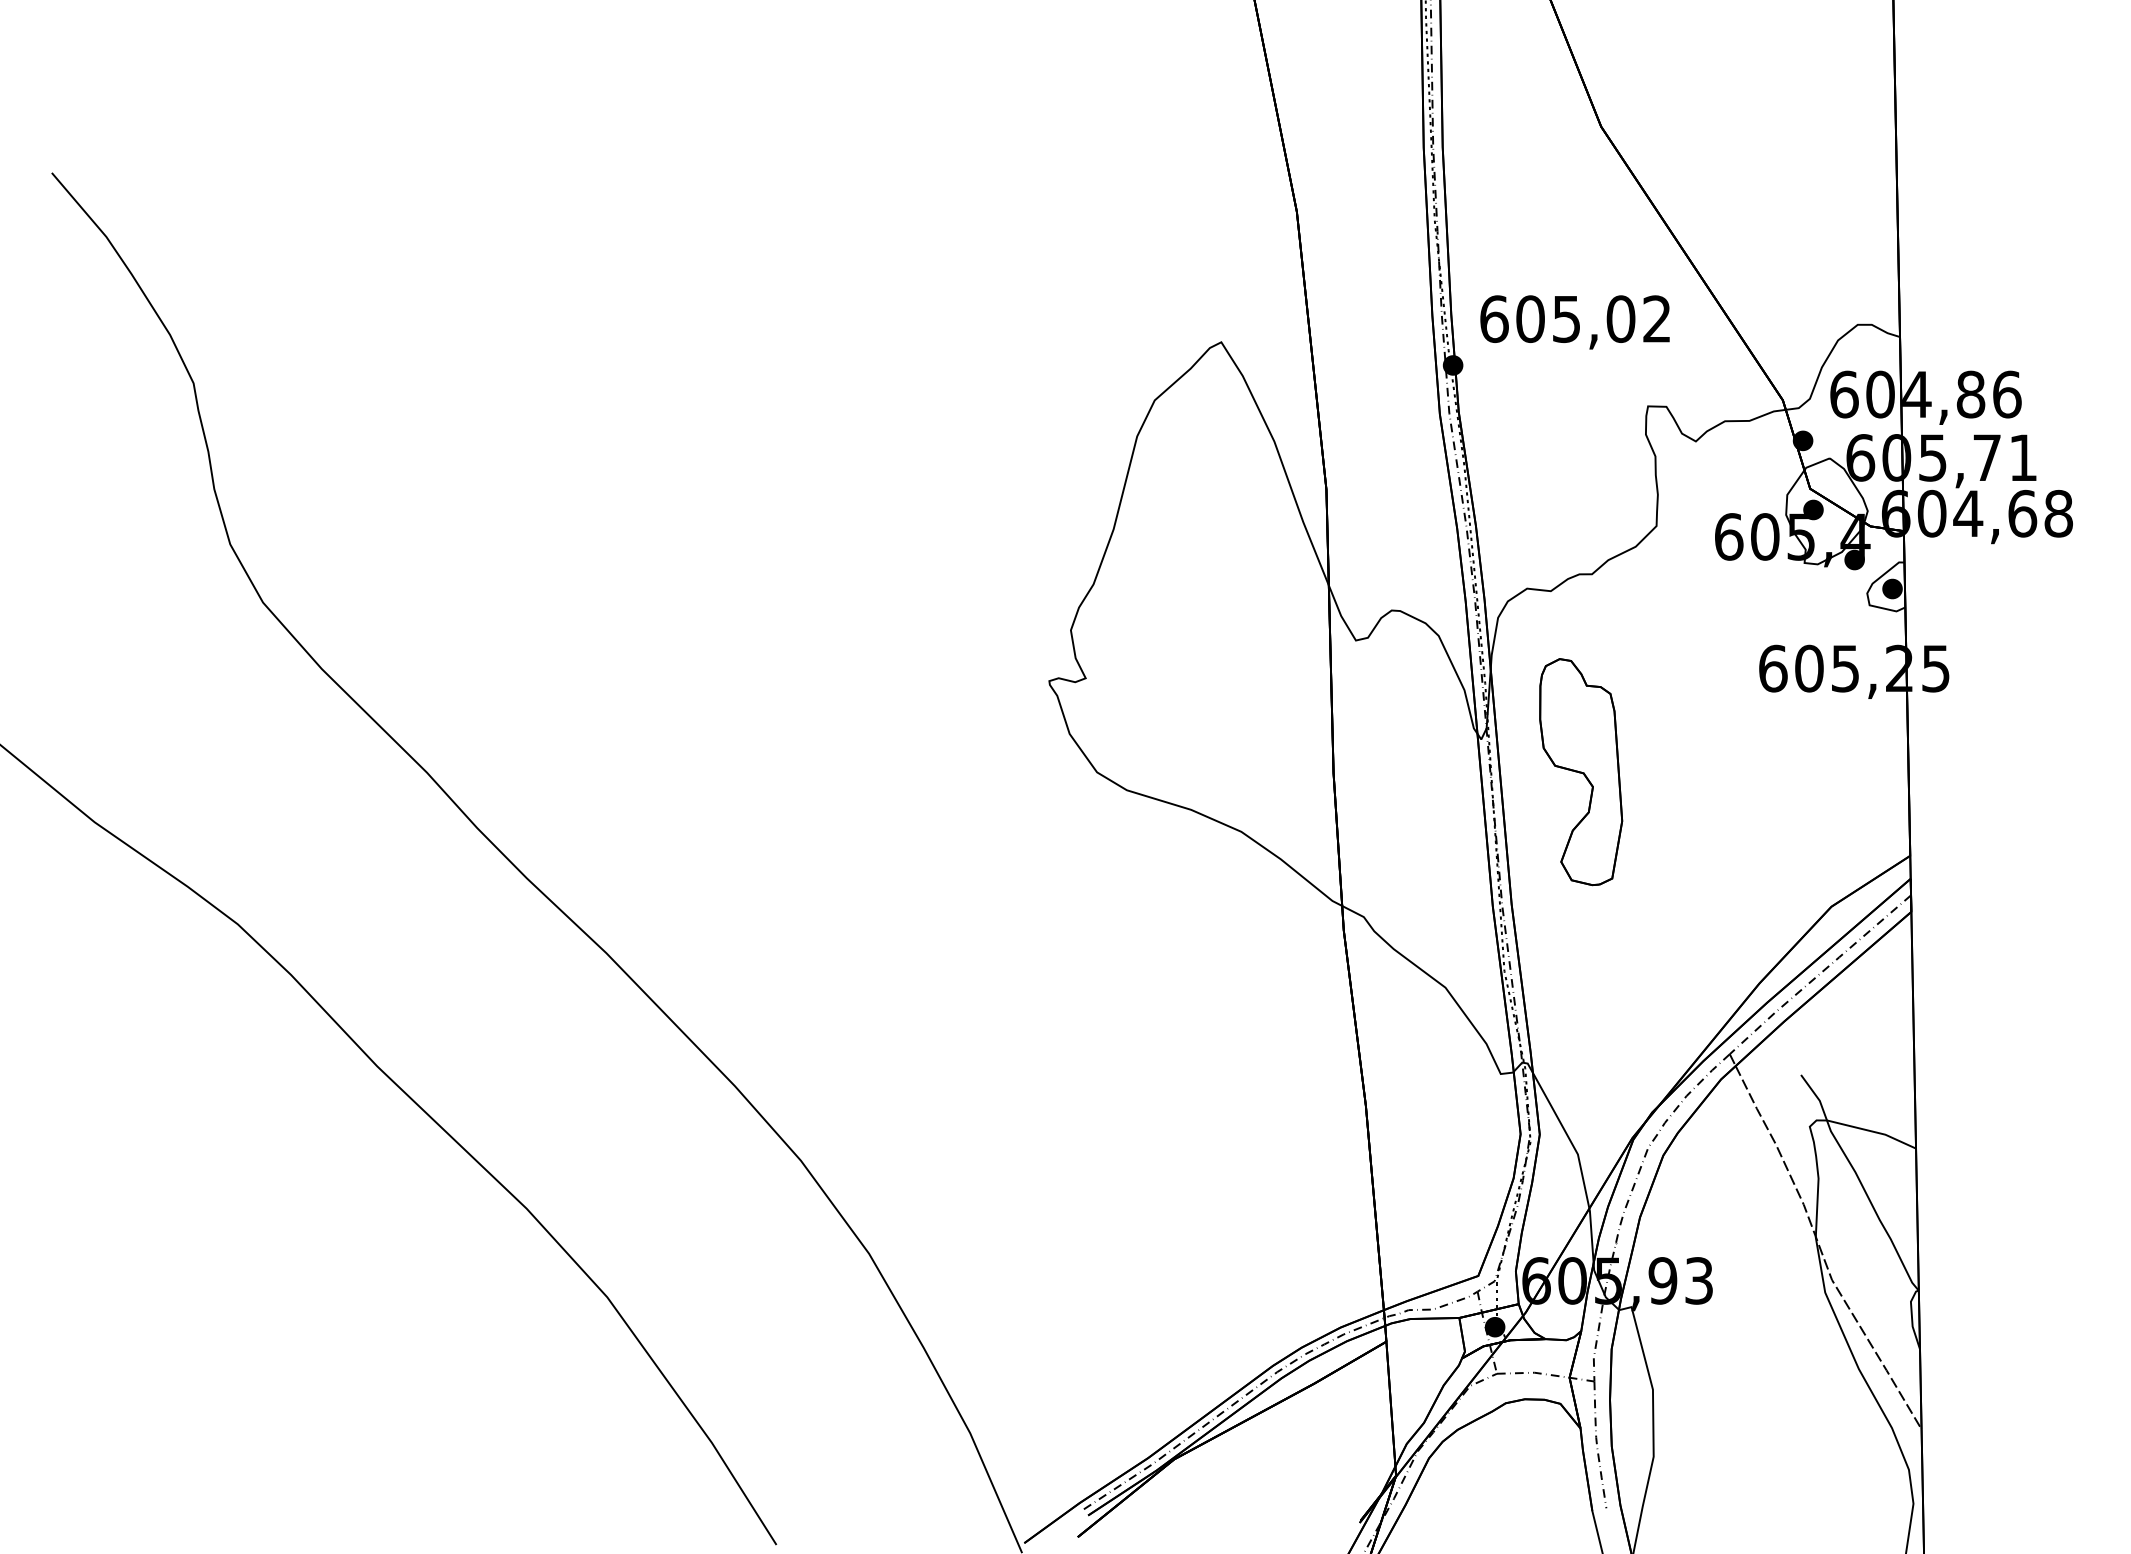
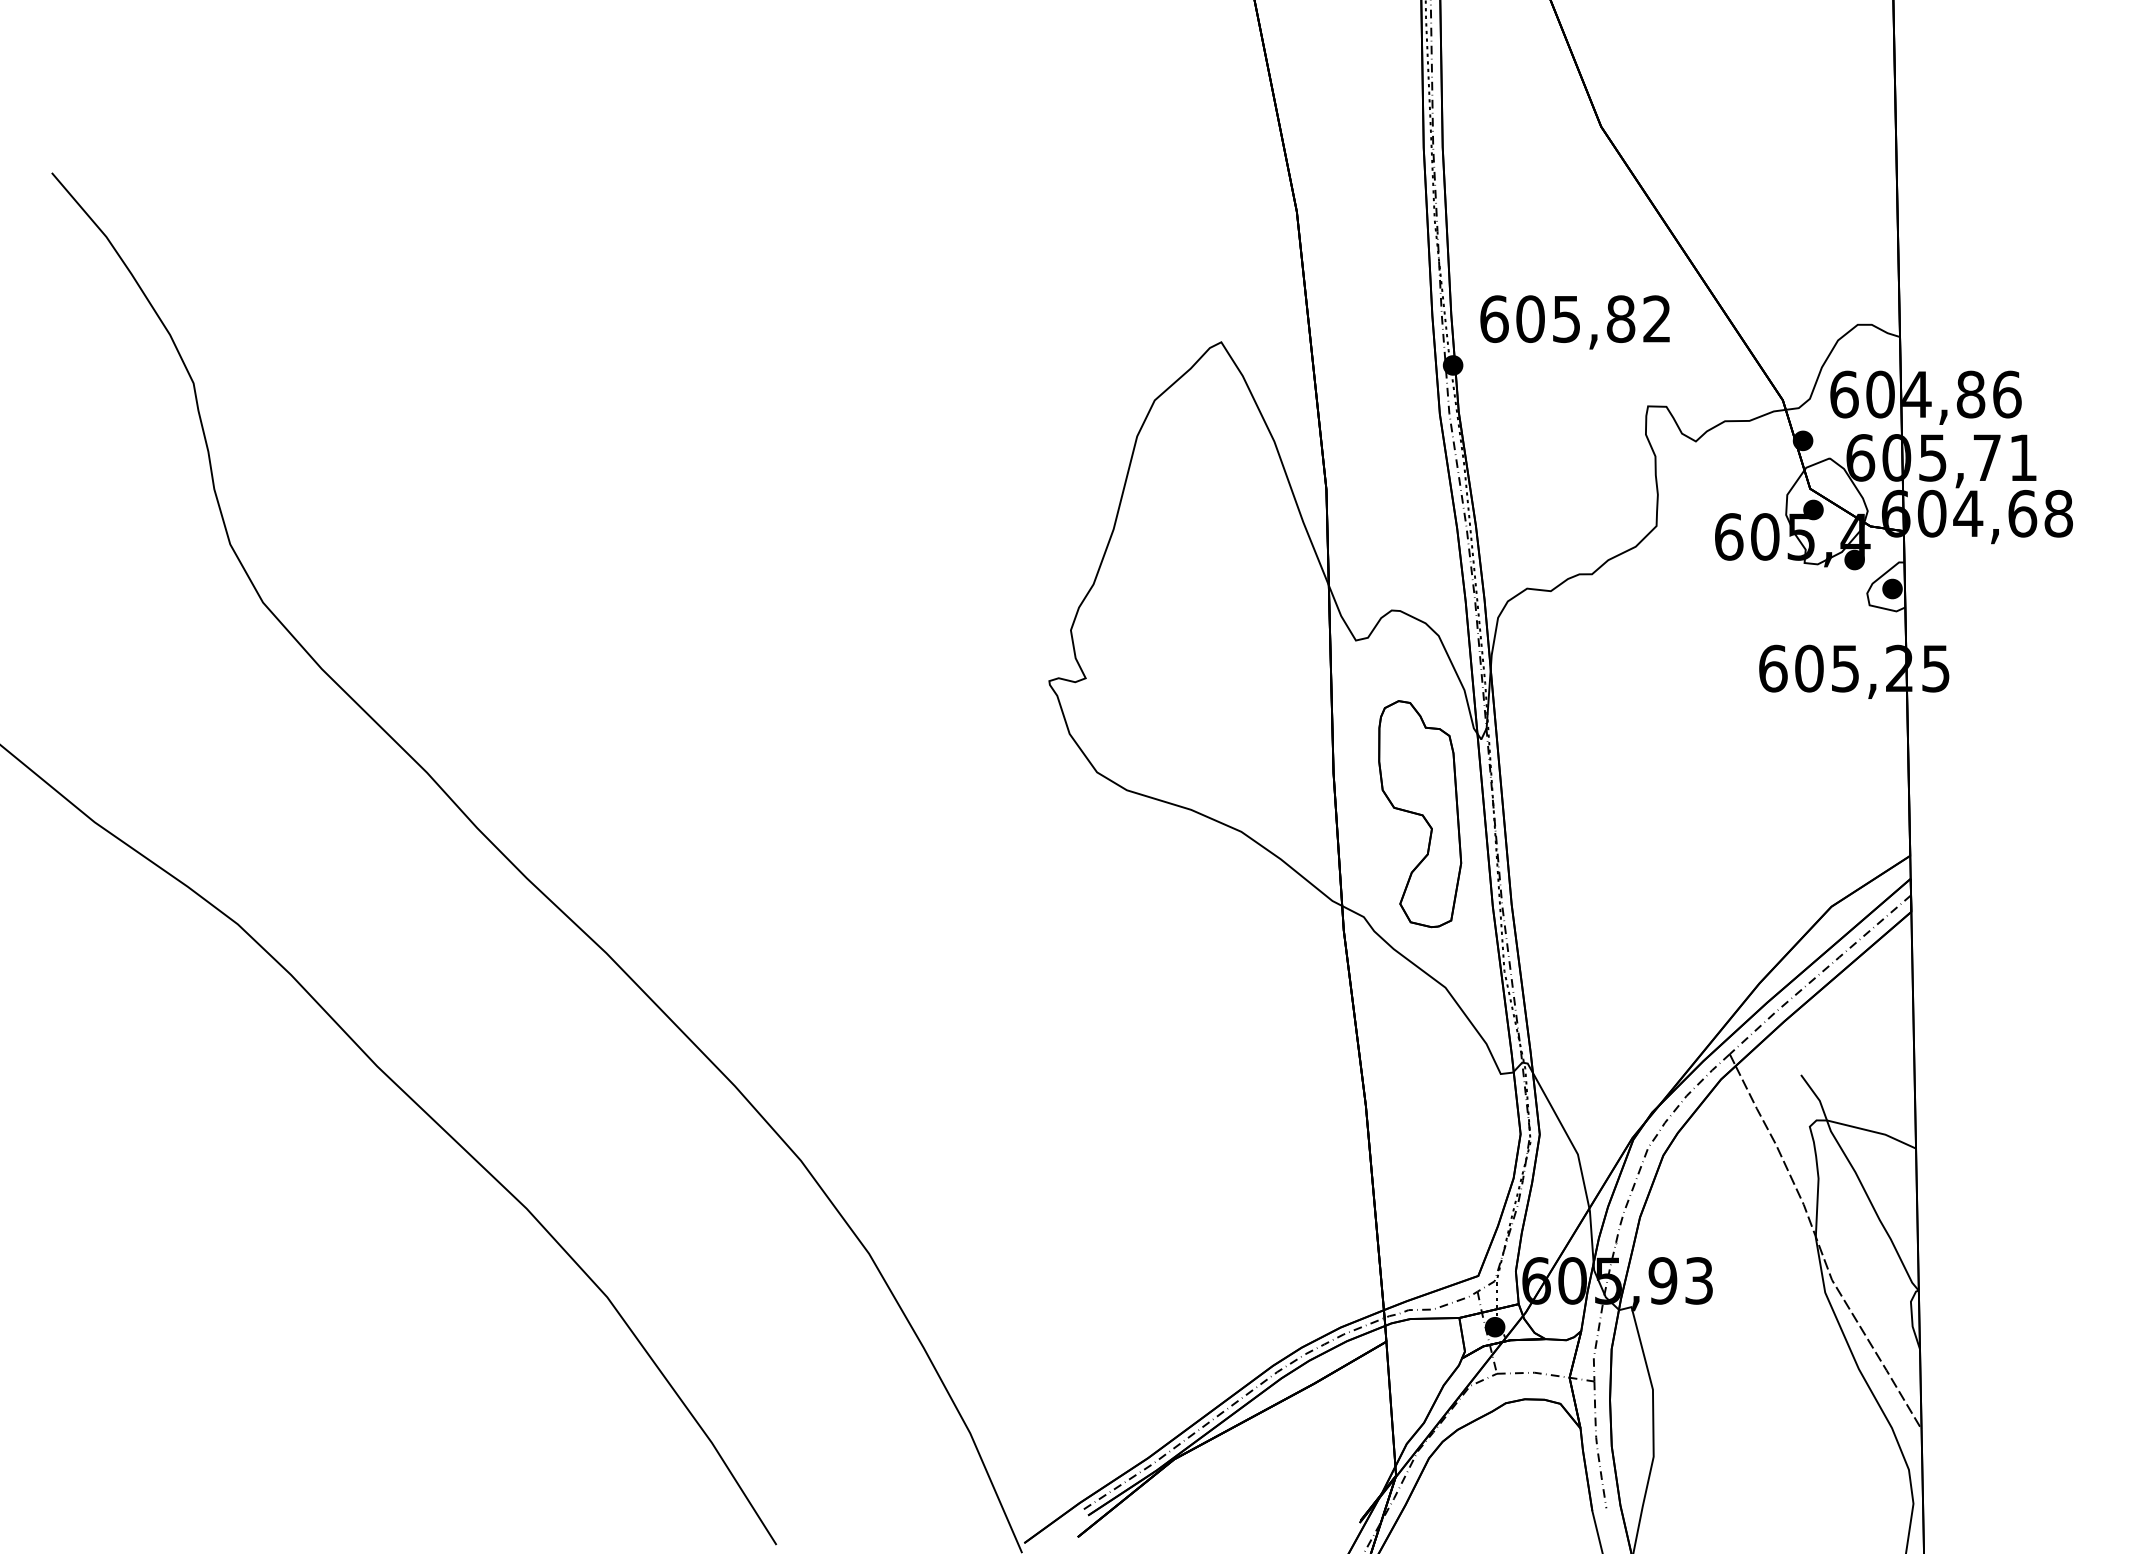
text at (1620, 318): 605,02 -> 605,82
part at (1581, 772) position: (1581, 772) -> (1420, 814)
